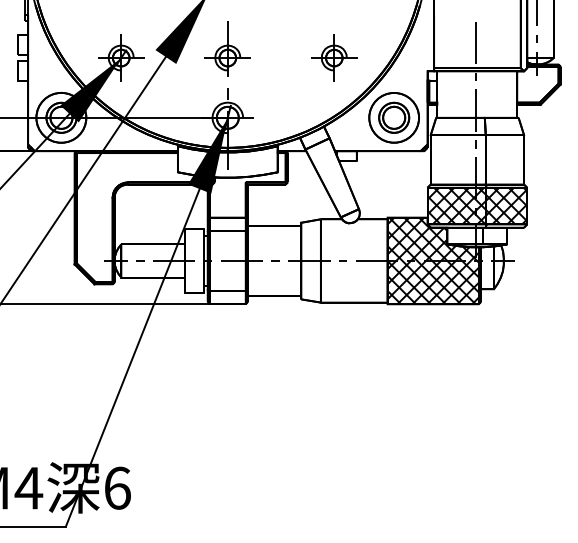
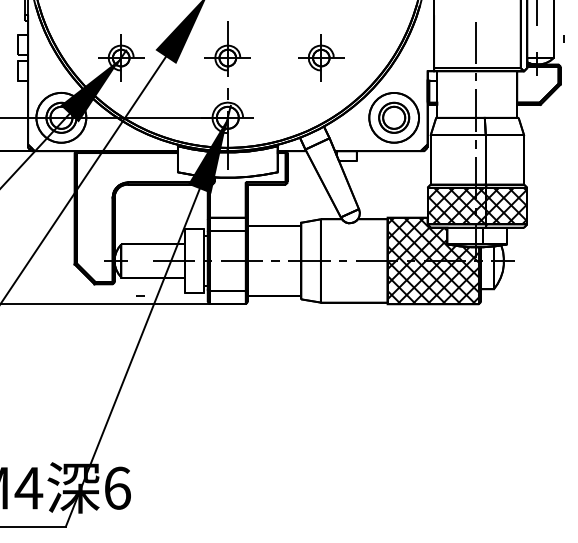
line at (536, 38) position: (536, 38) -> (563, 38)
part at (334, 57) position: (334, 57) -> (321, 57)
line at (140, 260) position: (140, 260) -> (140, 295)
